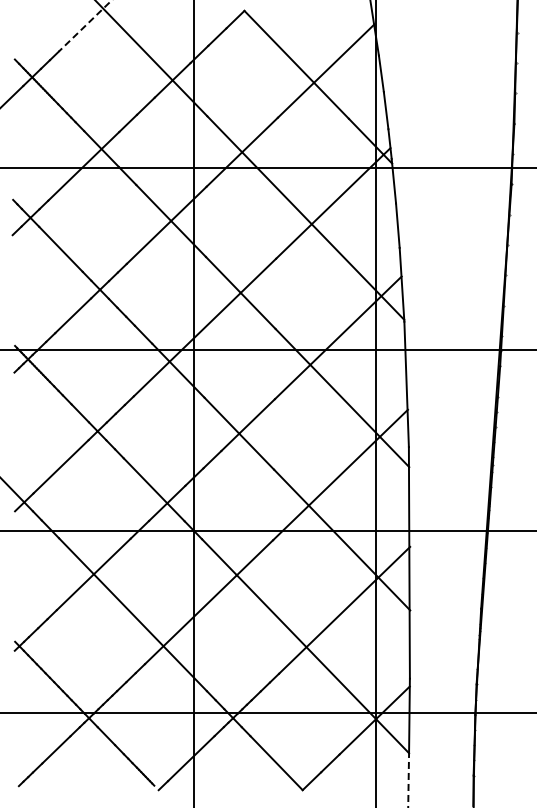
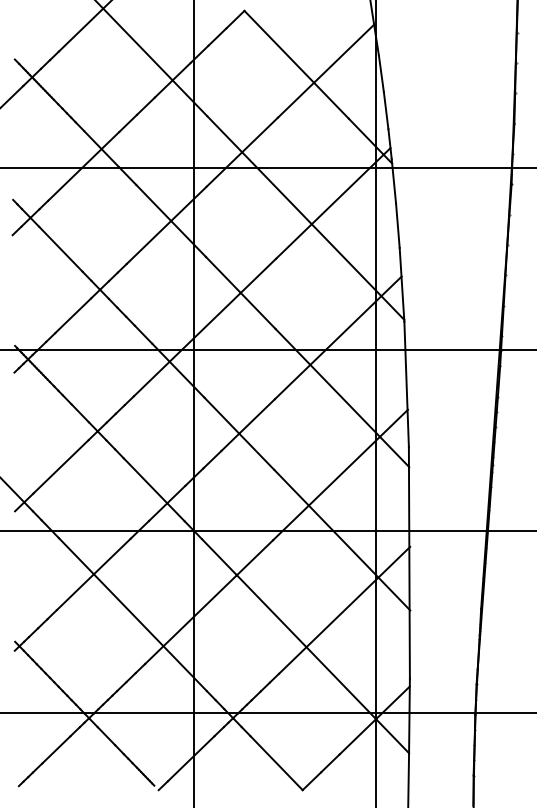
line at (85, 25): dashed -> solid
line at (408, 780): dashed -> solid
